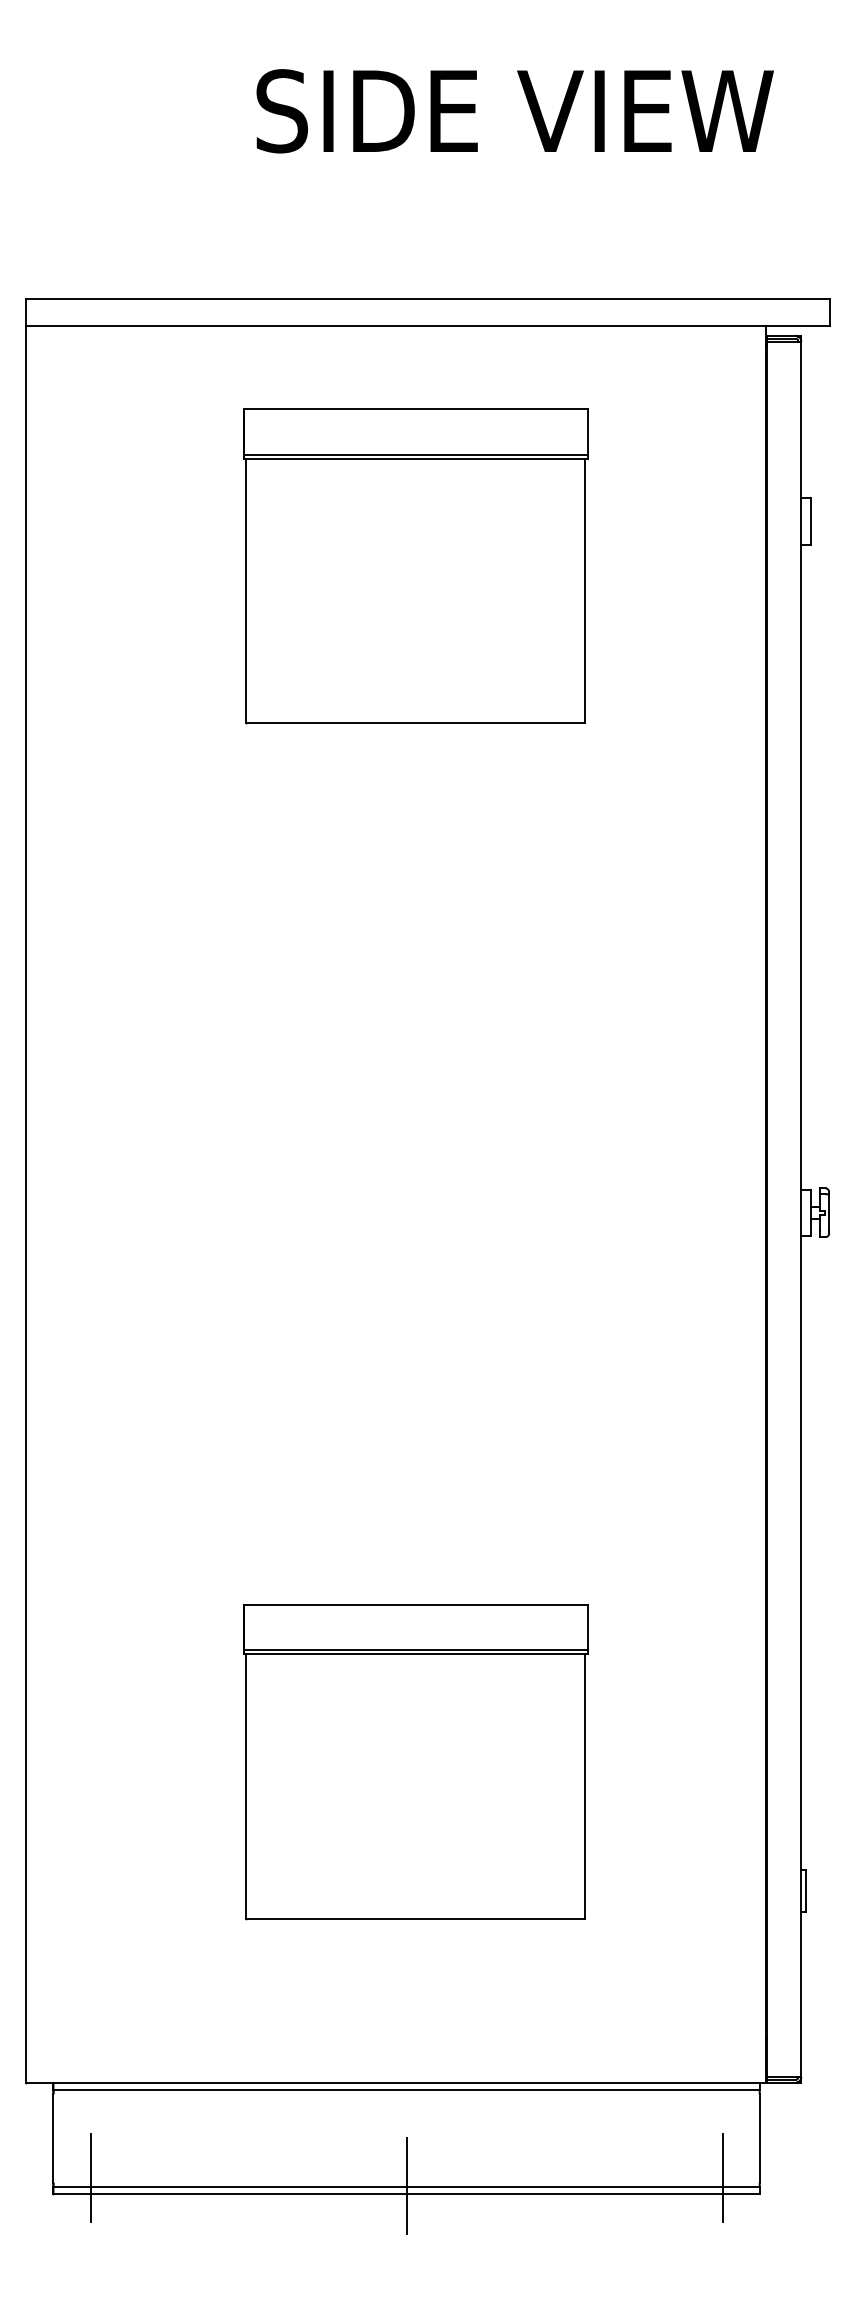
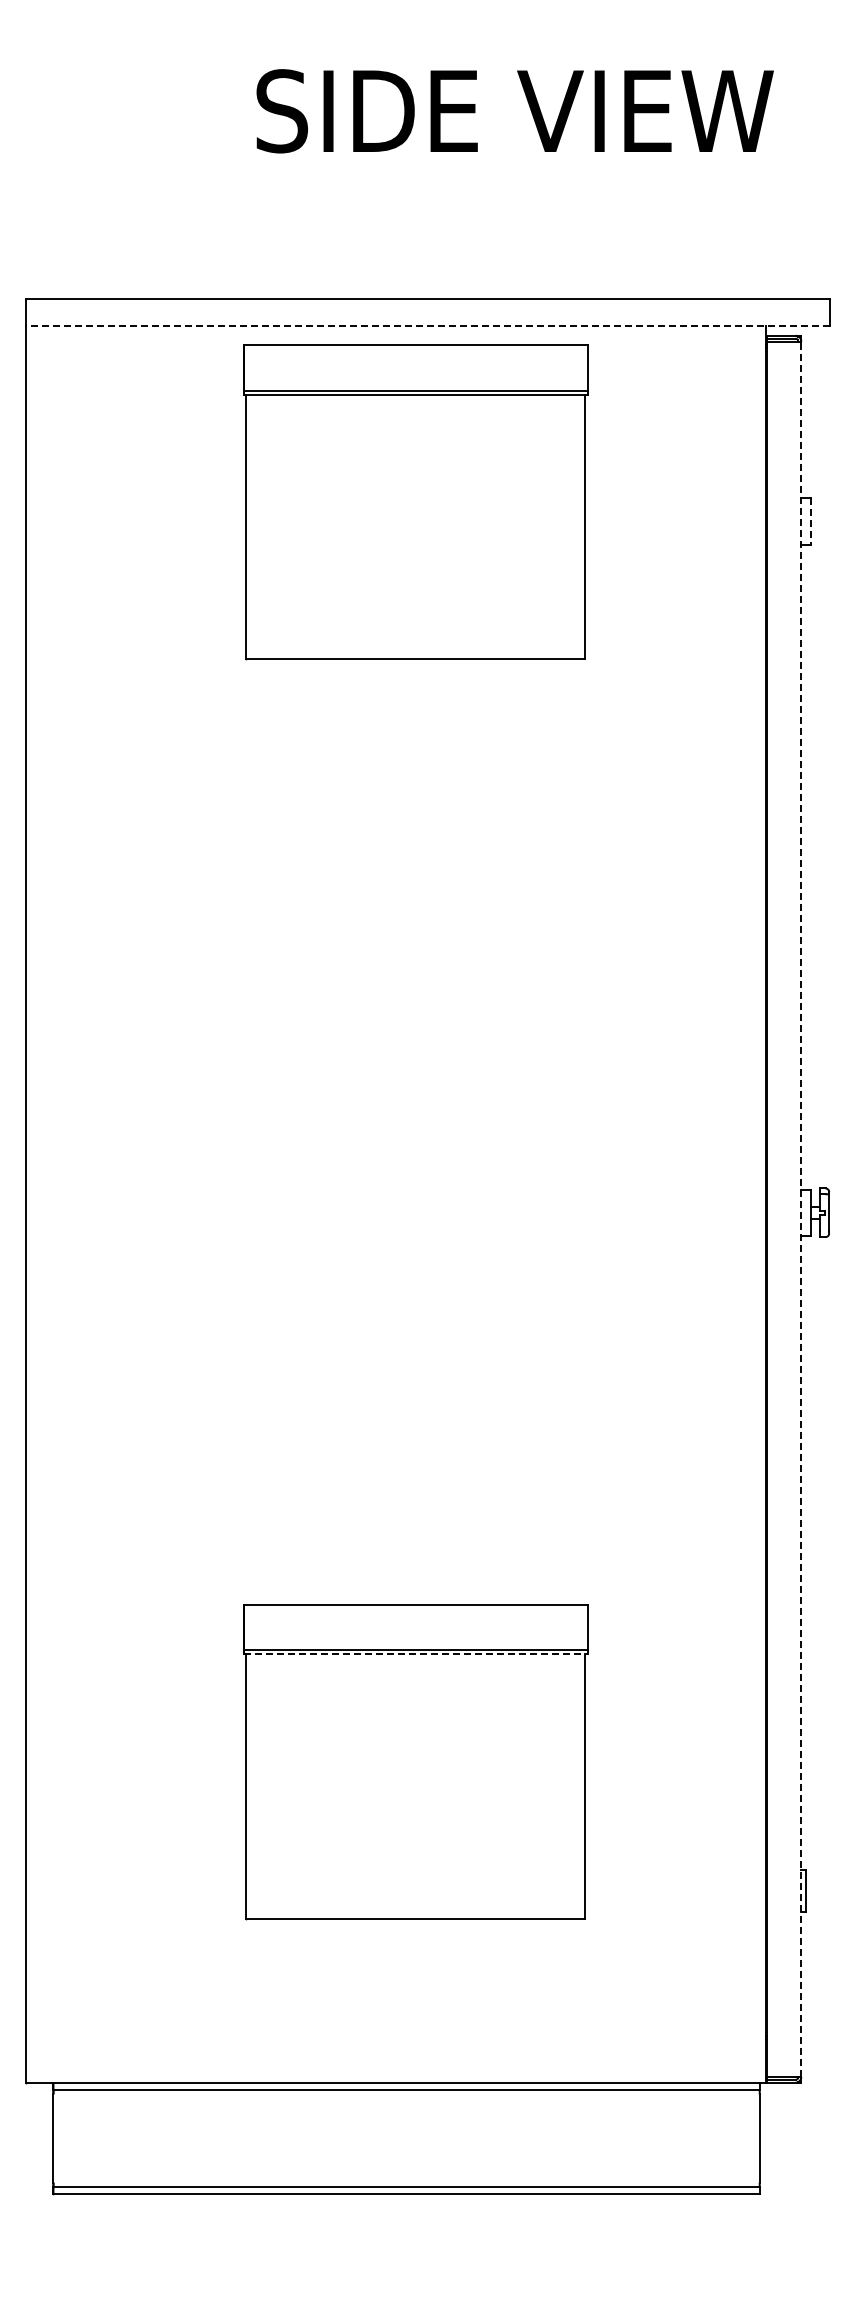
line at (427, 326): solid -> dashed
line at (810, 522): solid -> dashed
part at (415, 566) position: (415, 566) -> (415, 502)
line at (801, 1209): solid -> dashed
line at (415, 1654): solid -> dashed
line at (90, 2178): present -> none
line at (722, 2178): present -> none
line at (406, 2185): present -> none
